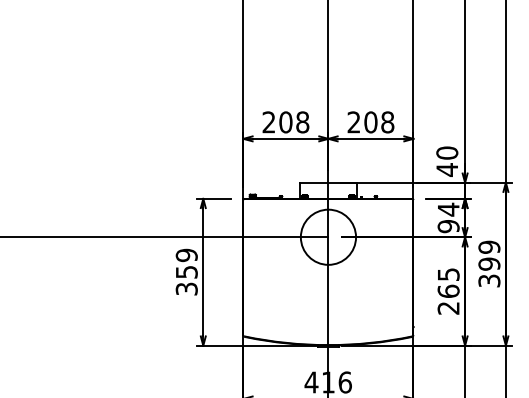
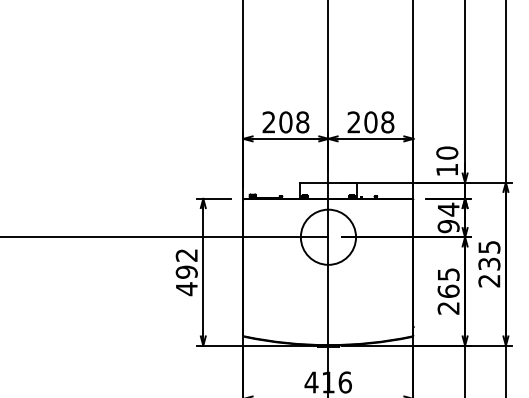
text at (446, 169): 40 -> 10
text at (489, 263): 399 -> 235
text at (186, 272): 359 -> 492
